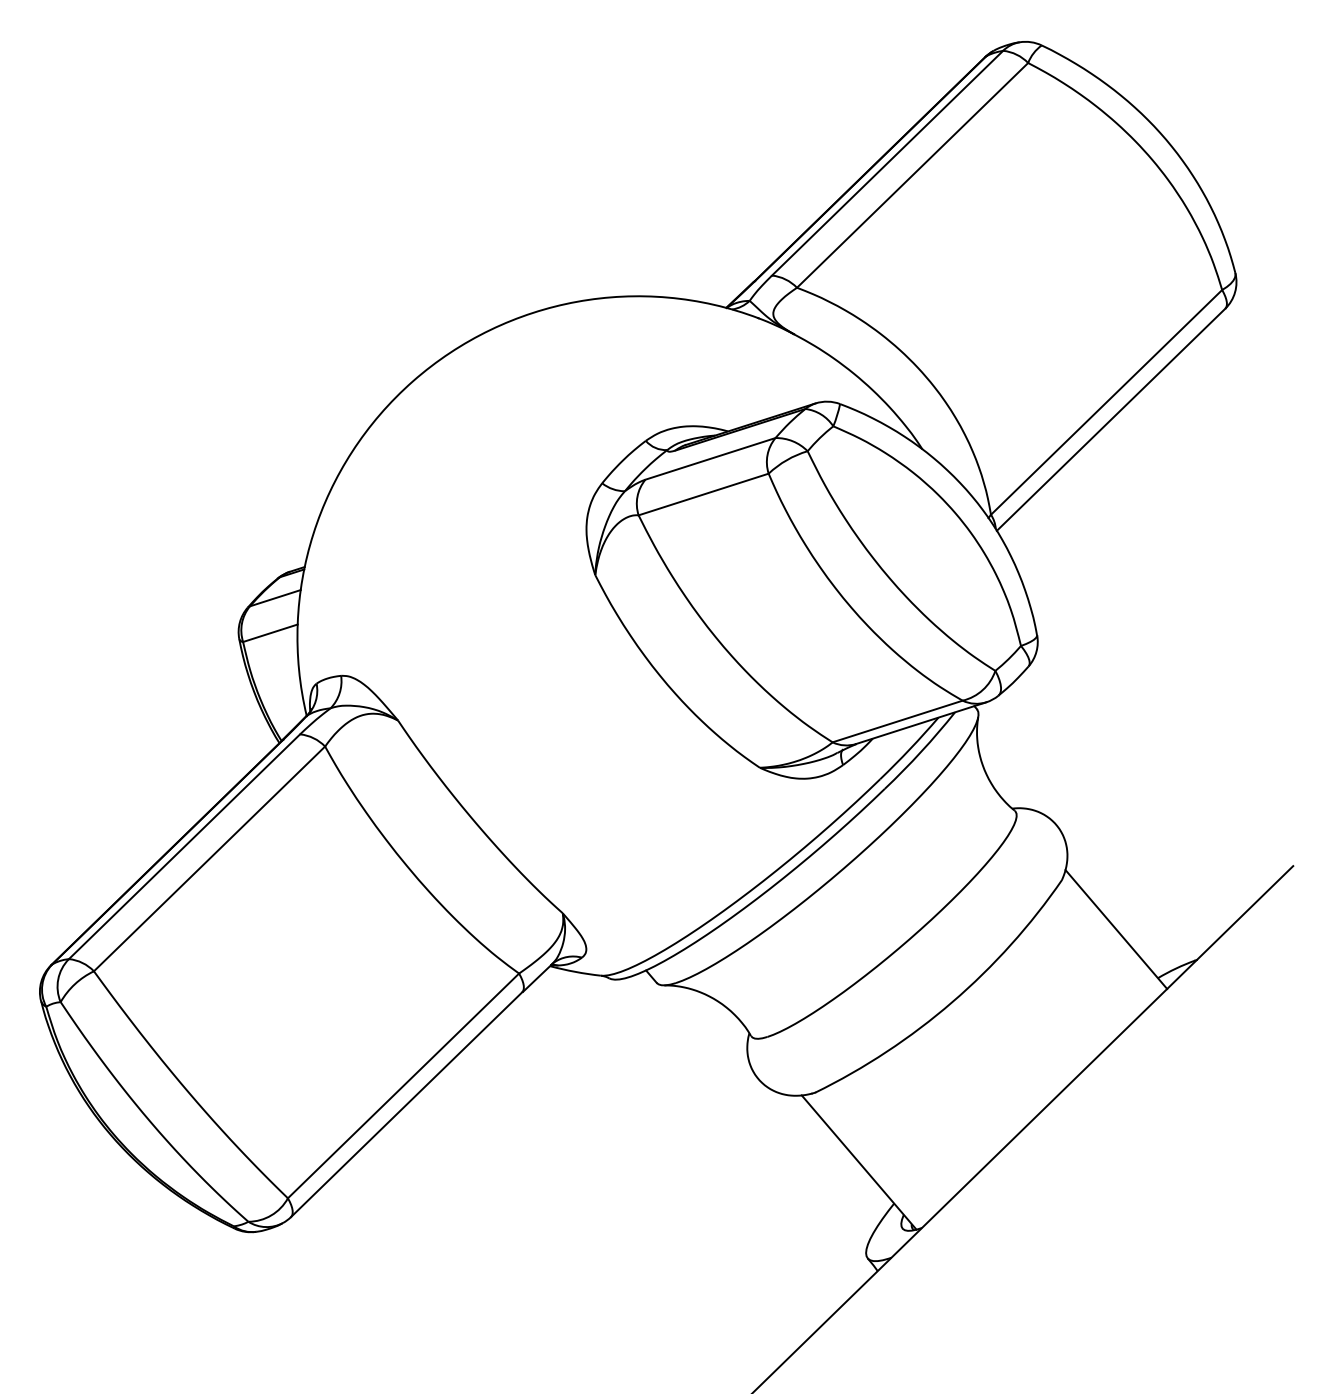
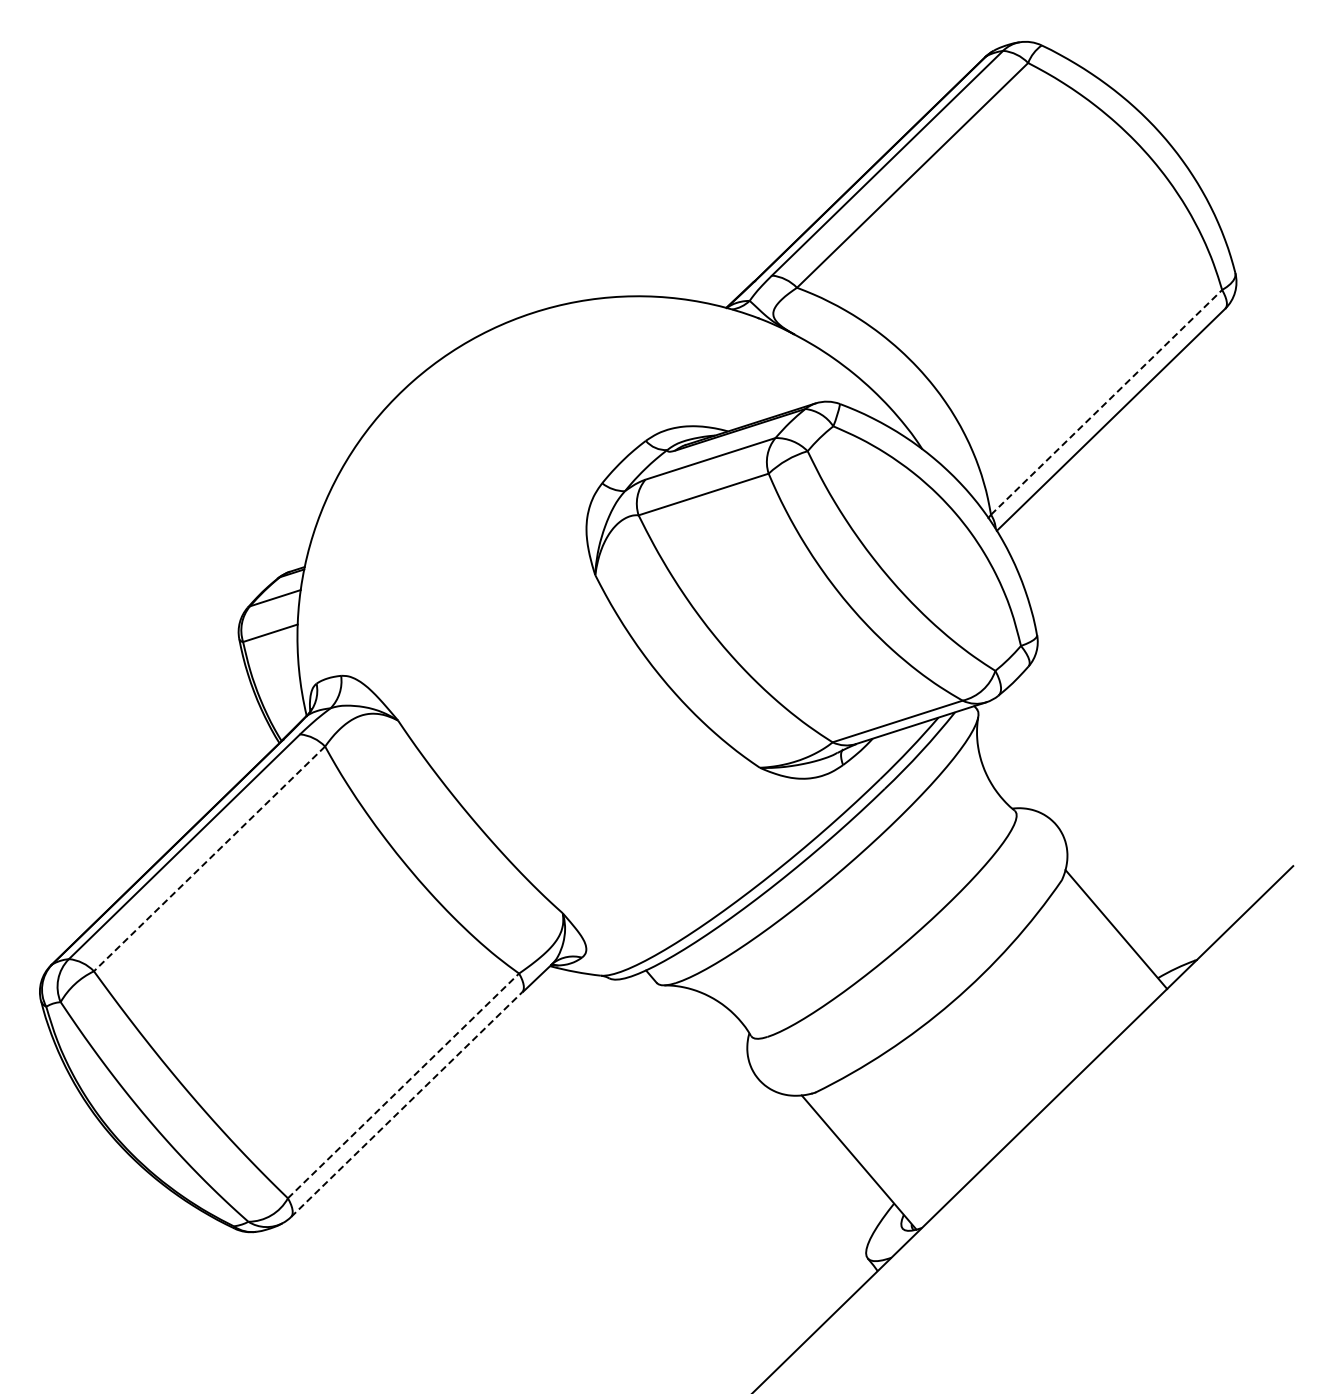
line at (1106, 402): solid -> dashed
line at (209, 859): solid -> dashed
line at (403, 1085): solid -> dashed
line at (406, 1104): solid -> dashed
